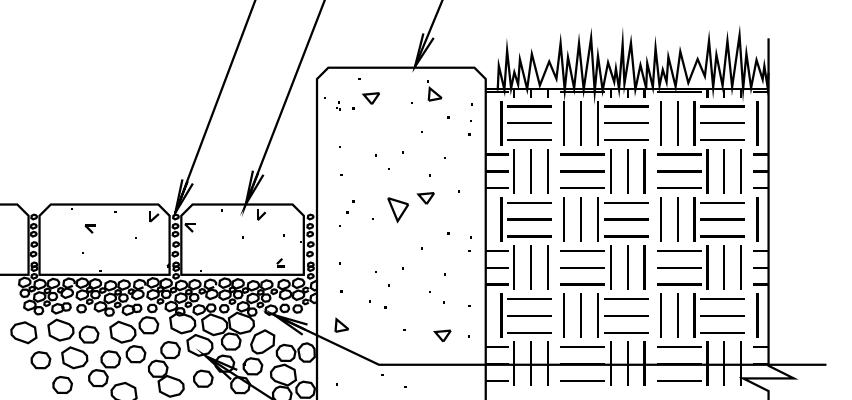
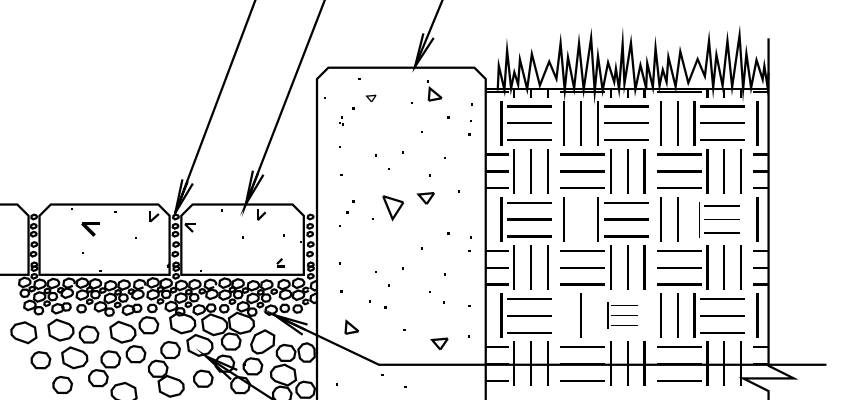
part at (370, 98) size: 18x13 px -> 12x9 px
part at (338, 105) position: (338, 105) -> (341, 120)
part at (397, 210) position: (397, 210) -> (392, 208)
line at (580, 219): present -> none
part at (718, 219) size: 52x45 px -> 41x36 px
part at (89, 228) size: 12x10 px -> 19x15 px
line at (563, 315): present -> none
part at (622, 315) size: 52x45 px -> 31x27 px
part at (341, 324) position: (341, 324) -> (351, 326)
part at (442, 335) position: (442, 335) -> (439, 343)
